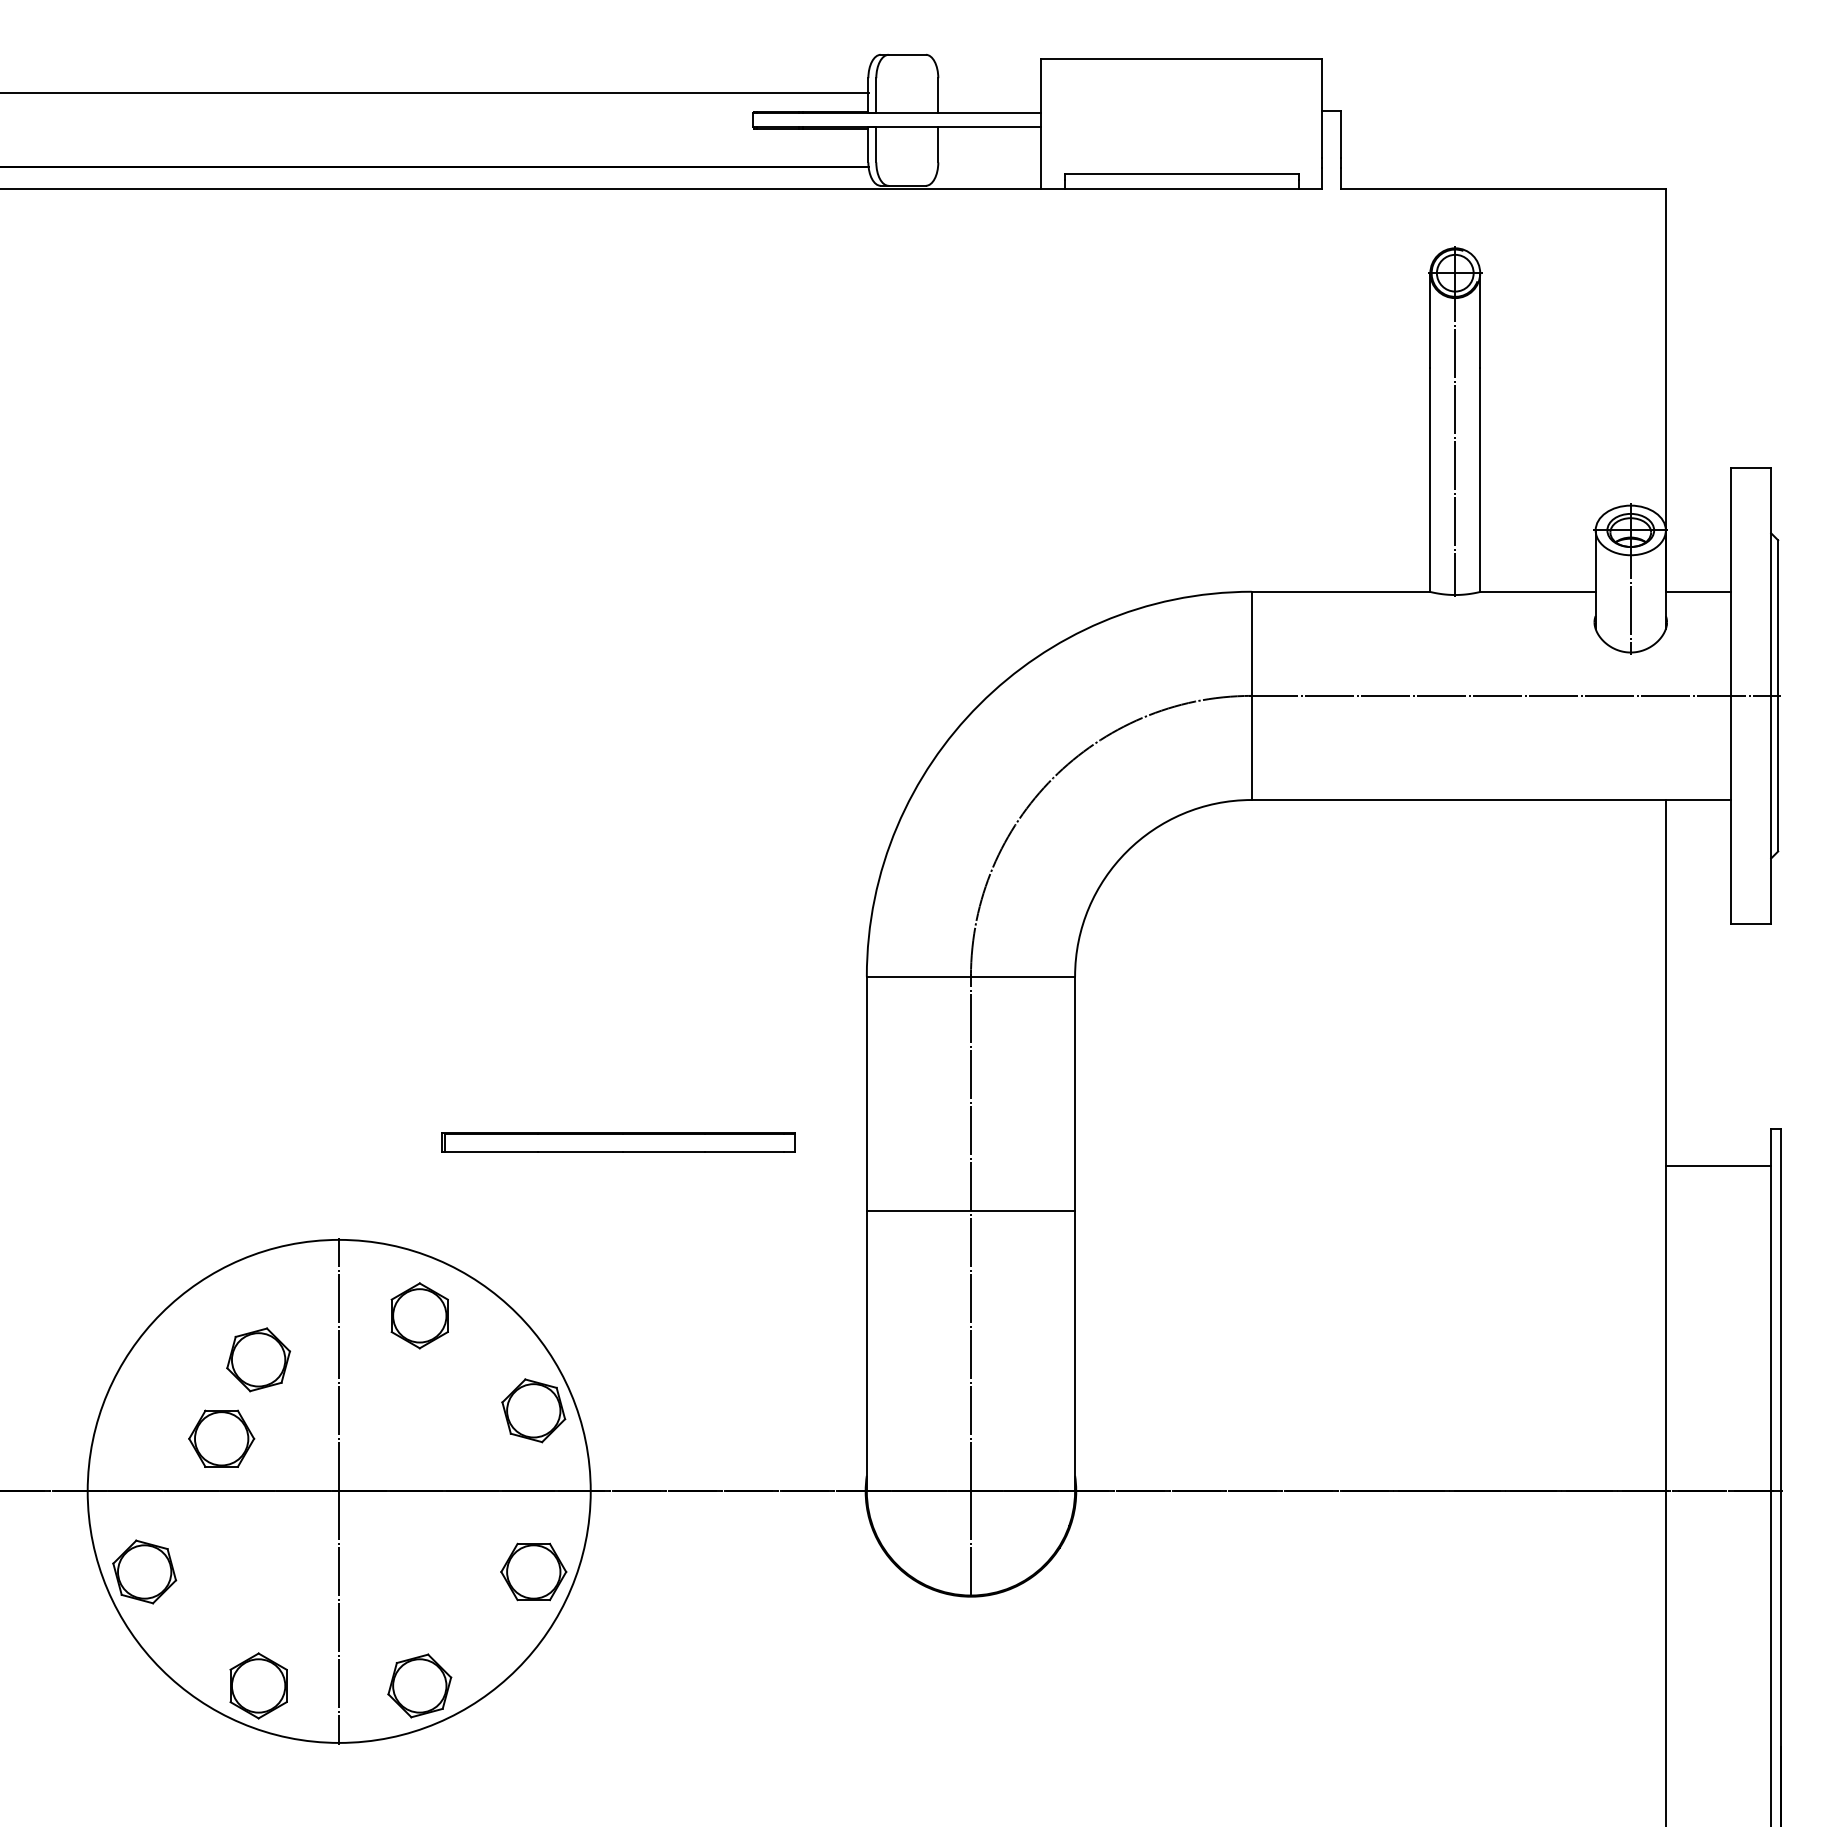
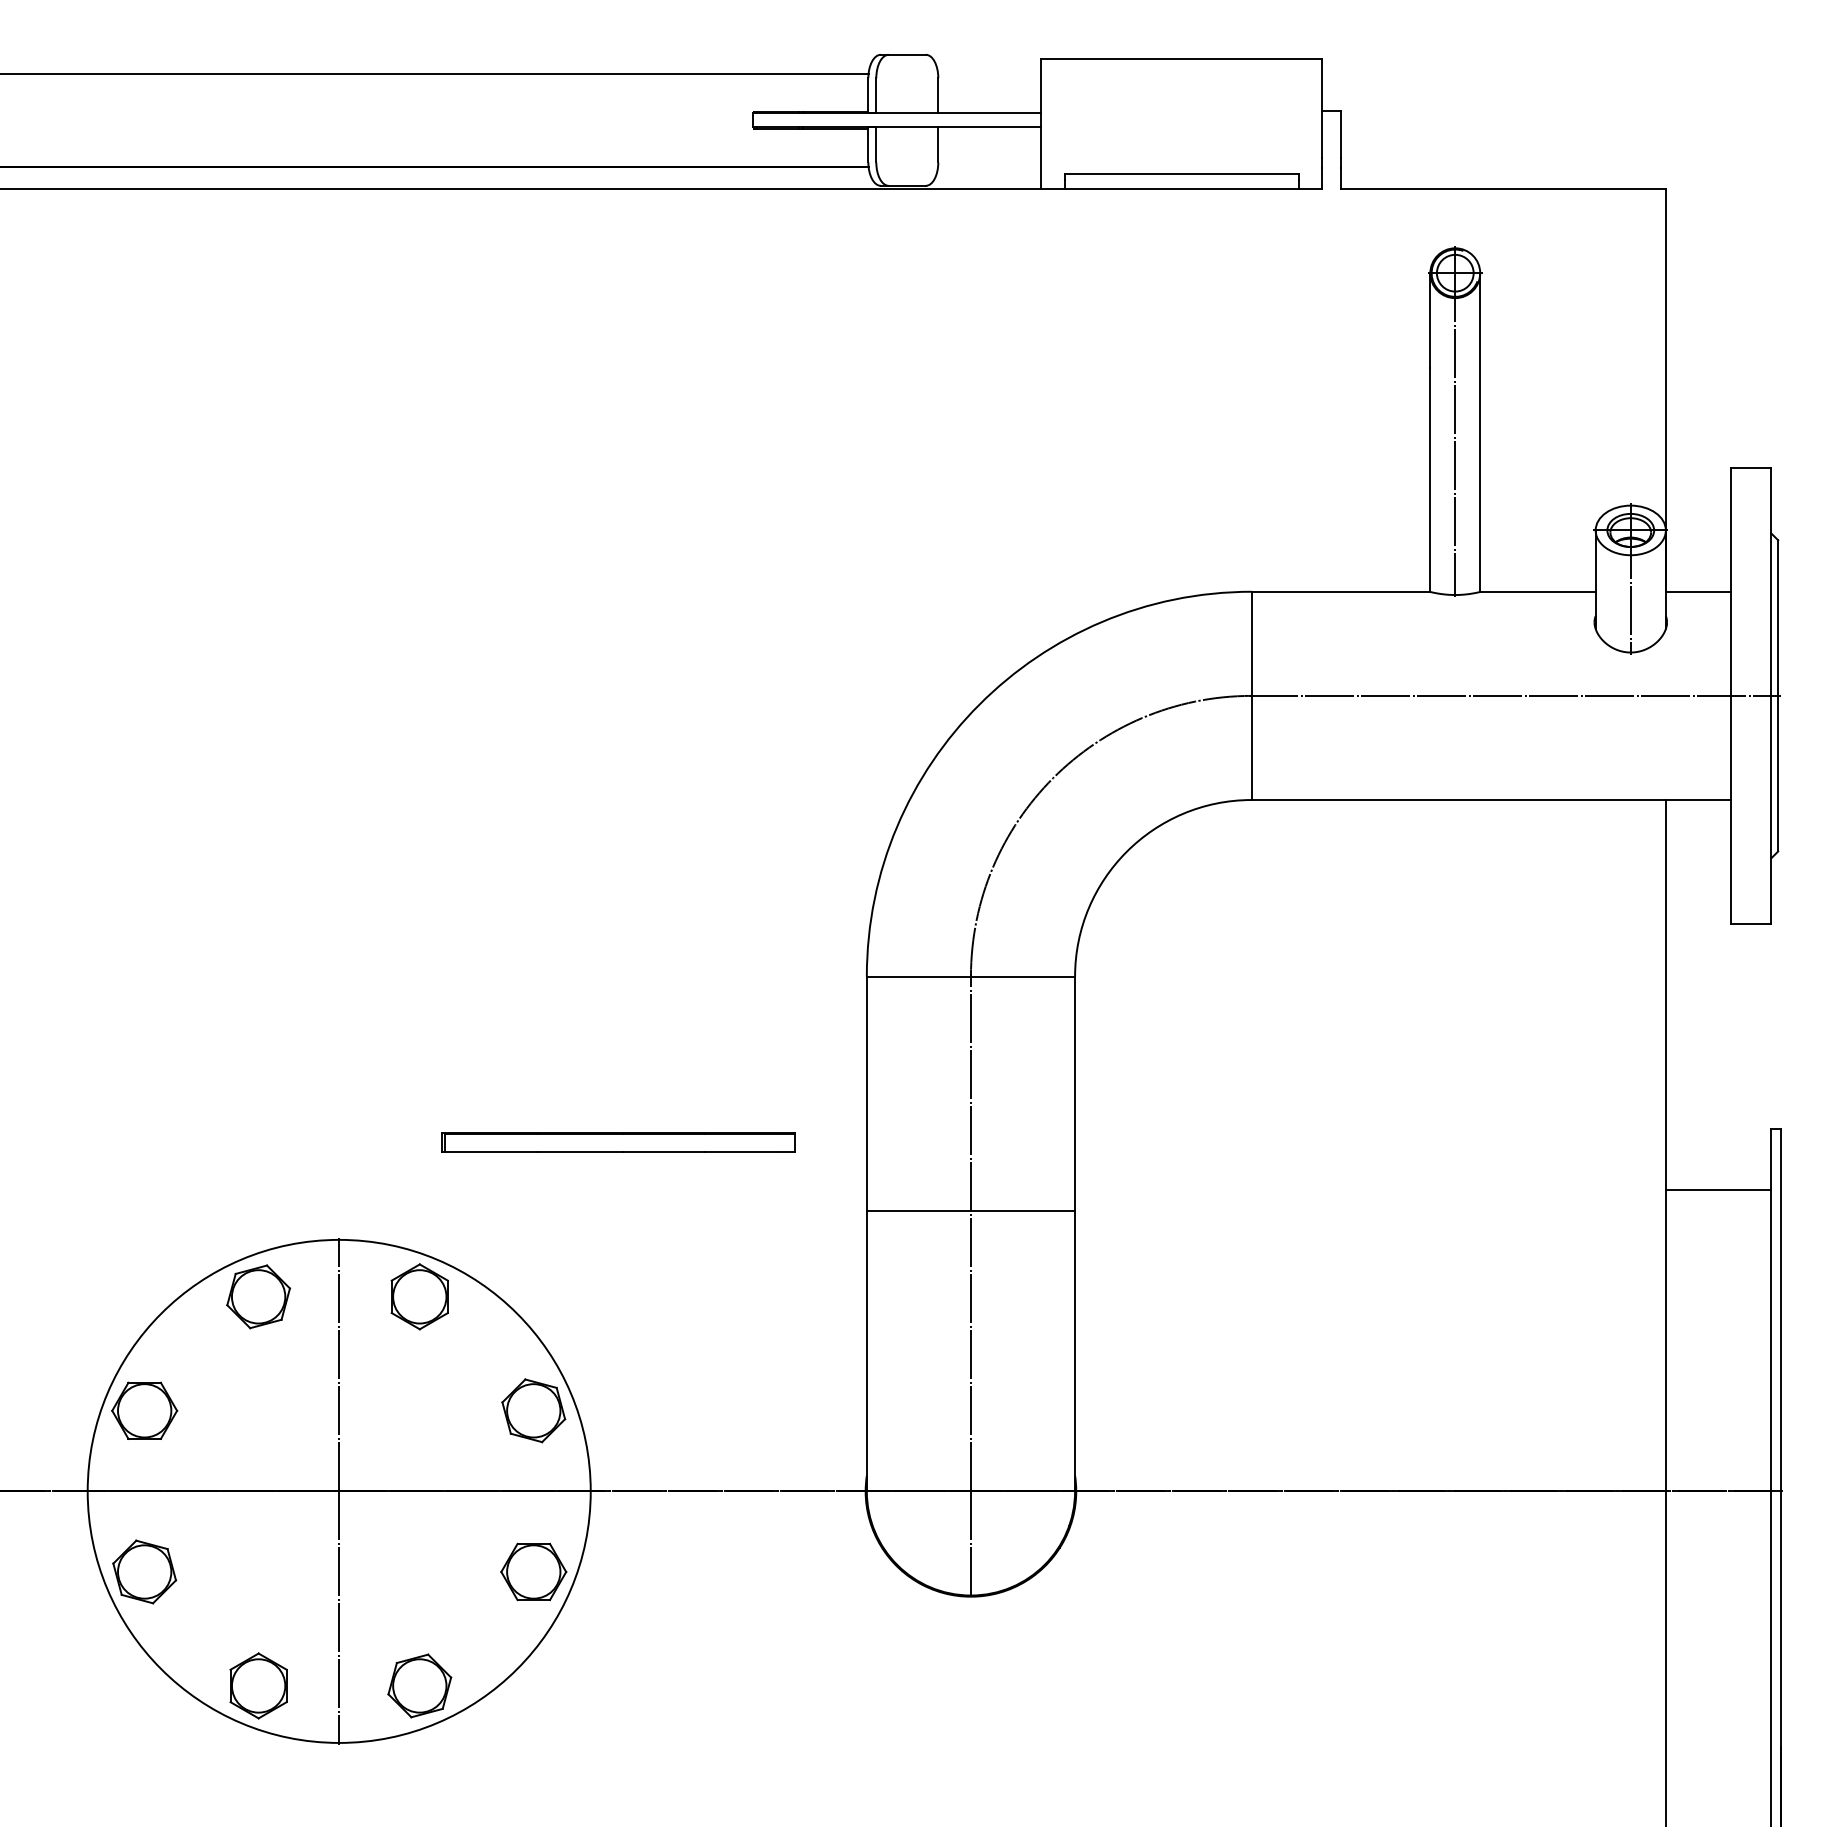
line at (435, 92) position: (435, 92) -> (435, 73)
line at (1718, 1165) position: (1718, 1165) -> (1718, 1189)
part at (419, 1315) position: (419, 1315) -> (419, 1296)
part at (258, 1359) position: (258, 1359) -> (258, 1296)
part at (221, 1438) position: (221, 1438) -> (144, 1410)
